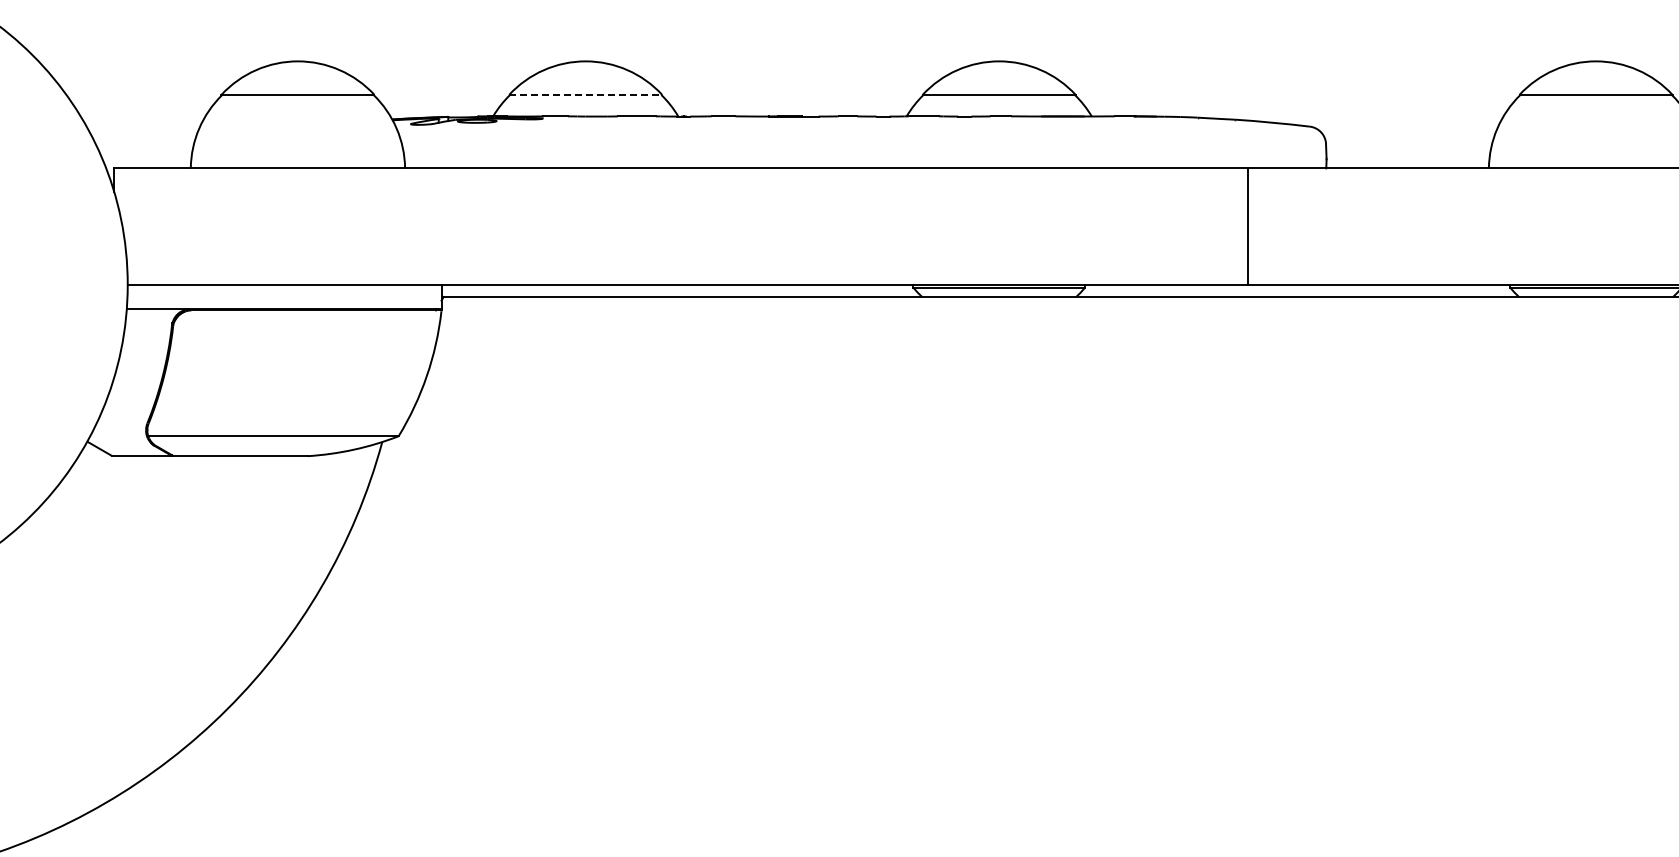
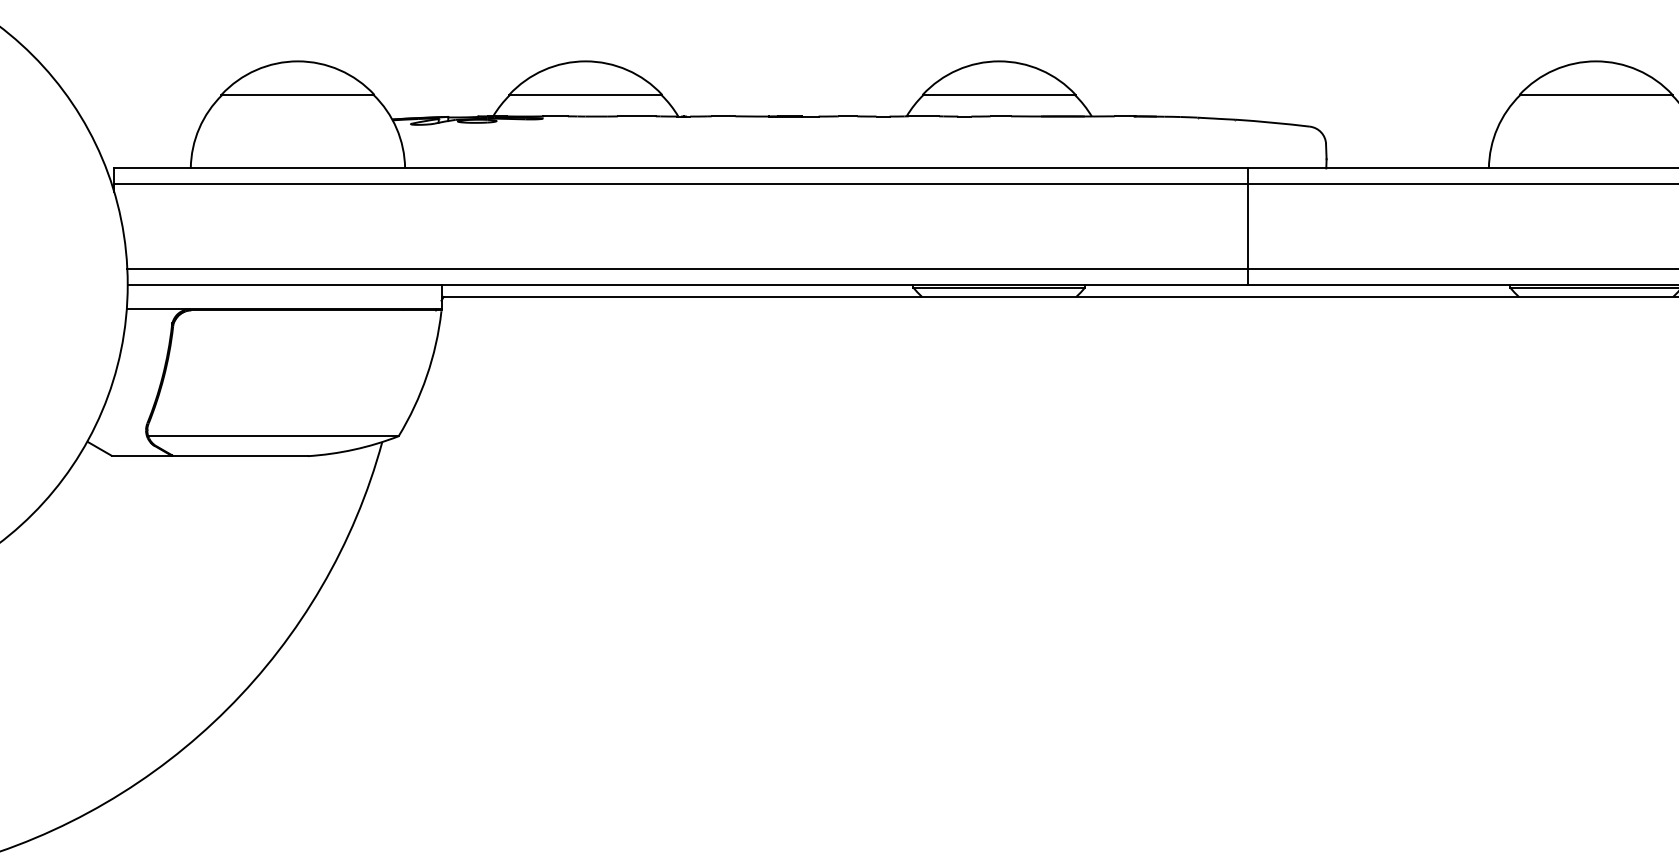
line at (585, 94): dashed -> solid
line at (894, 183): none -> present
line at (901, 269): none -> present
